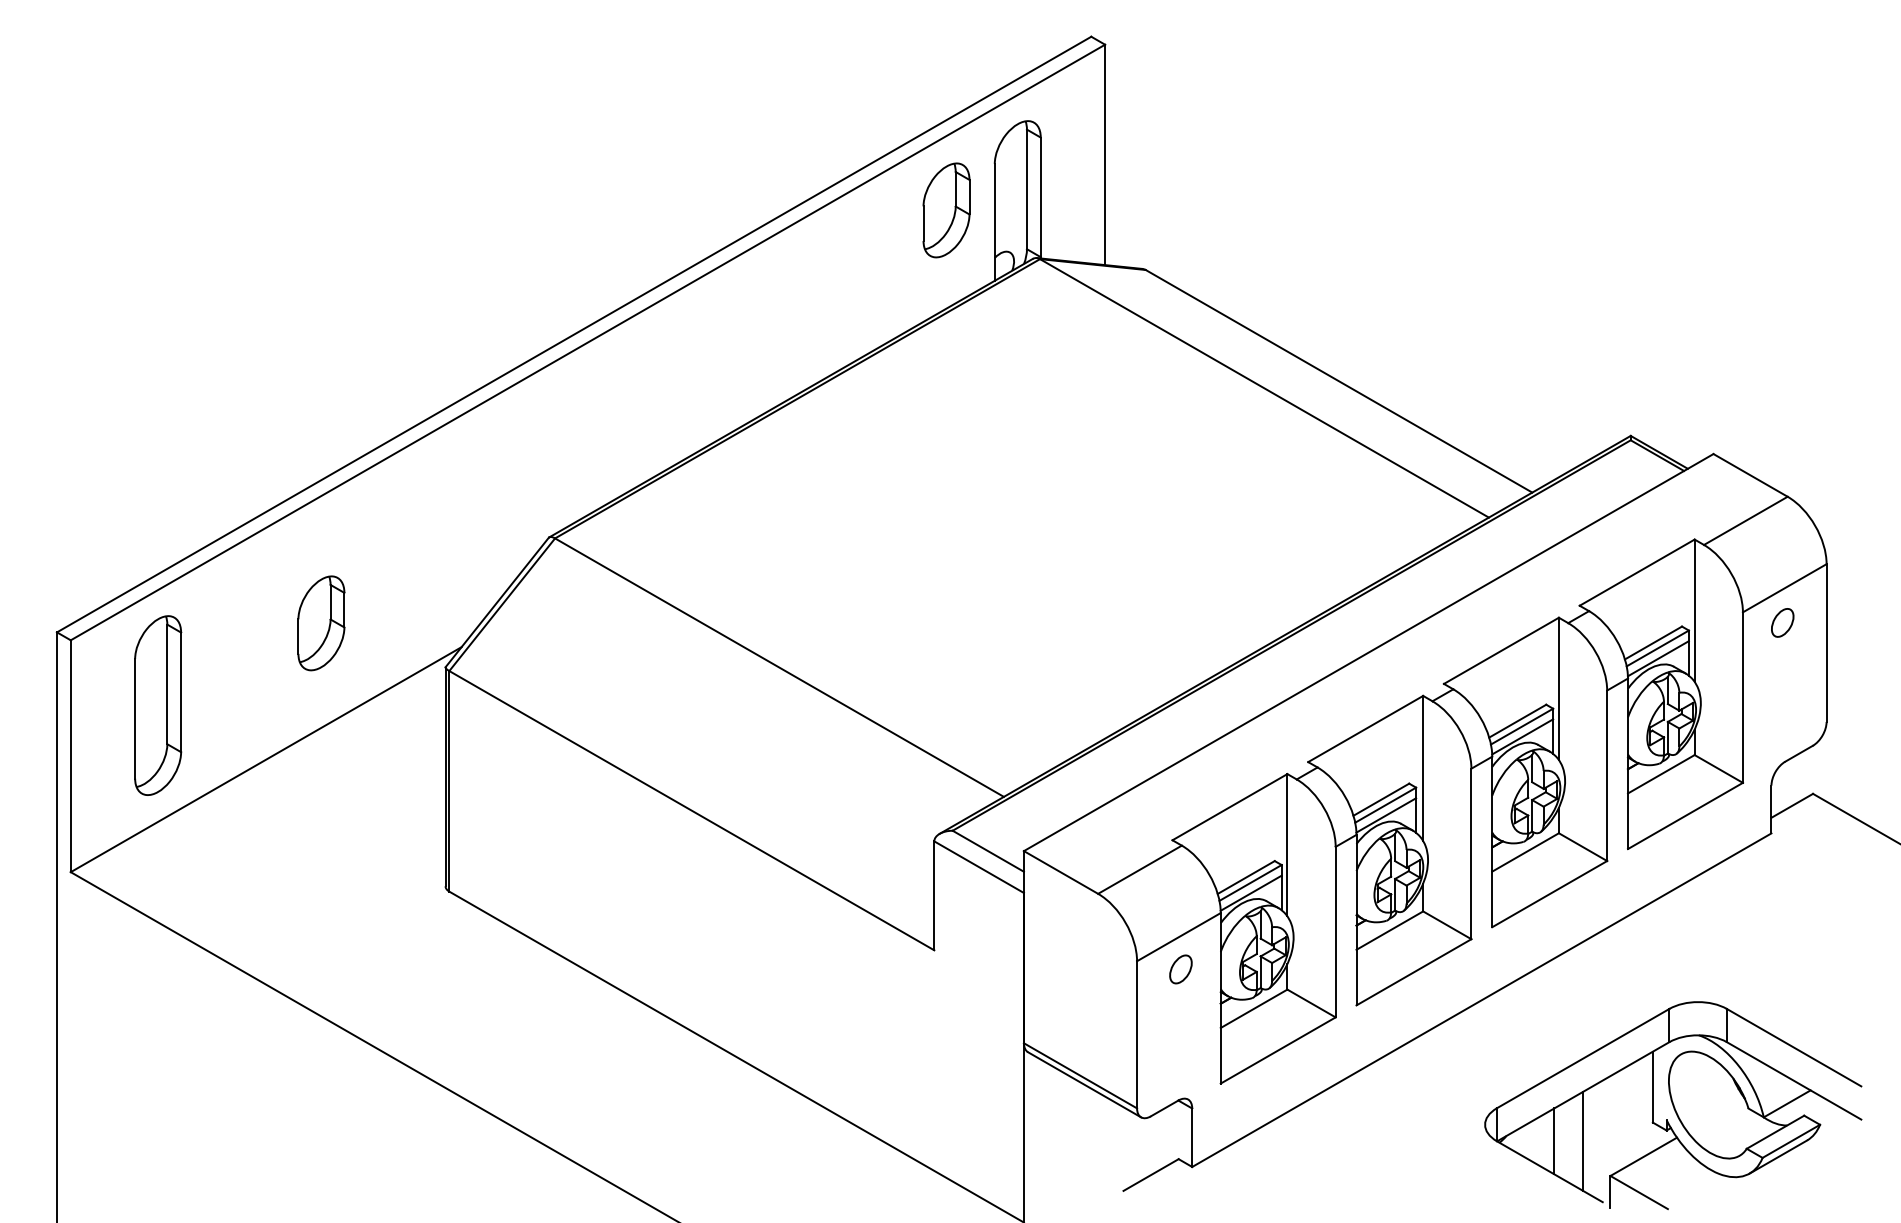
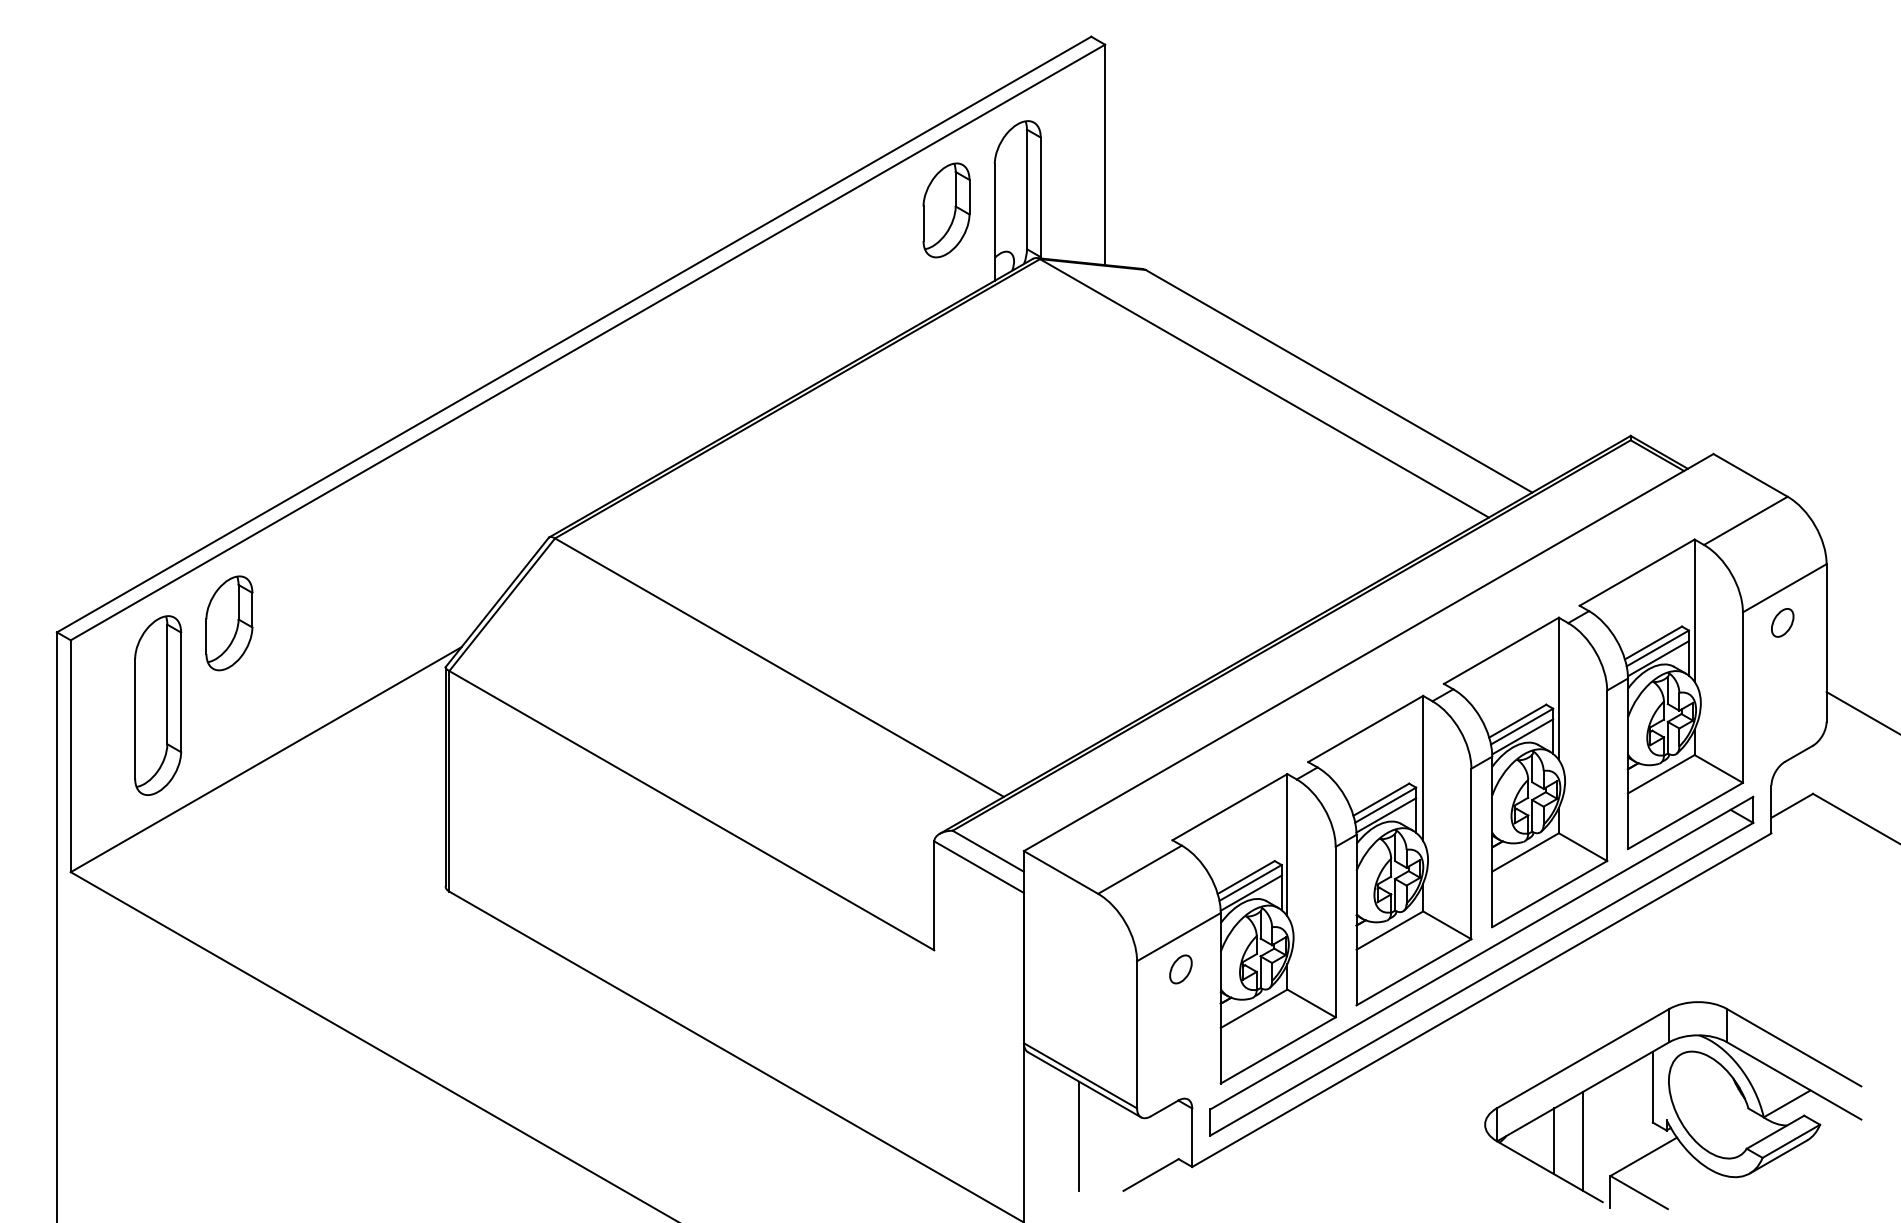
part at (321, 623) position: (321, 623) -> (229, 623)
line at (1861, 712): none -> present
part at (1481, 965): none -> present
line at (1079, 1135): none -> present
